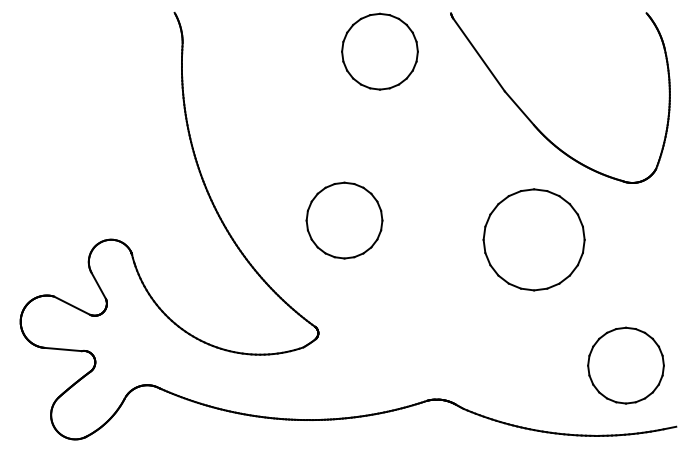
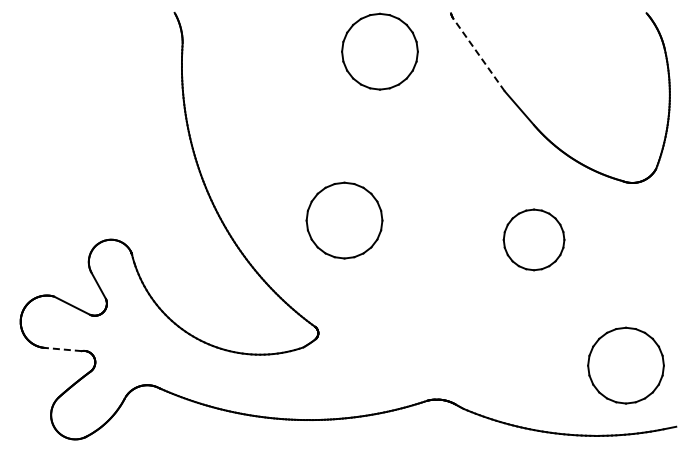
line at (479, 54): solid -> dashed
part at (533, 239) size: 104x104 px -> 64x64 px
line at (63, 349): solid -> dashed
